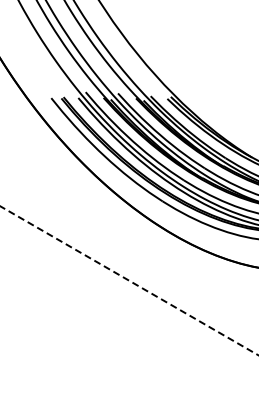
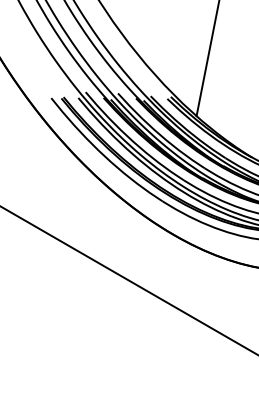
line at (207, 59): none -> present
line at (129, 281): dashed -> solid
